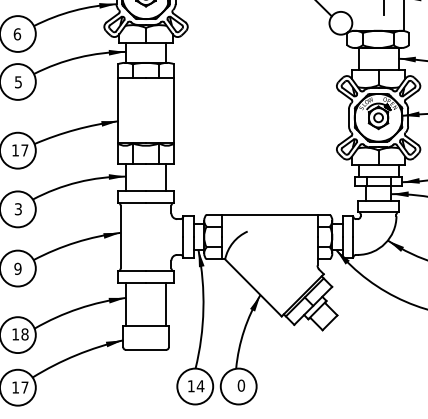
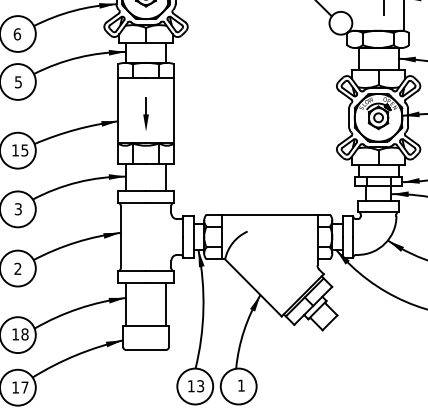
part at (145, 113): none -> present
text at (24, 150): 17 -> 15
text at (17, 268): 9 -> 2
text at (241, 385): 0 -> 1
text at (200, 386): 14 -> 13
